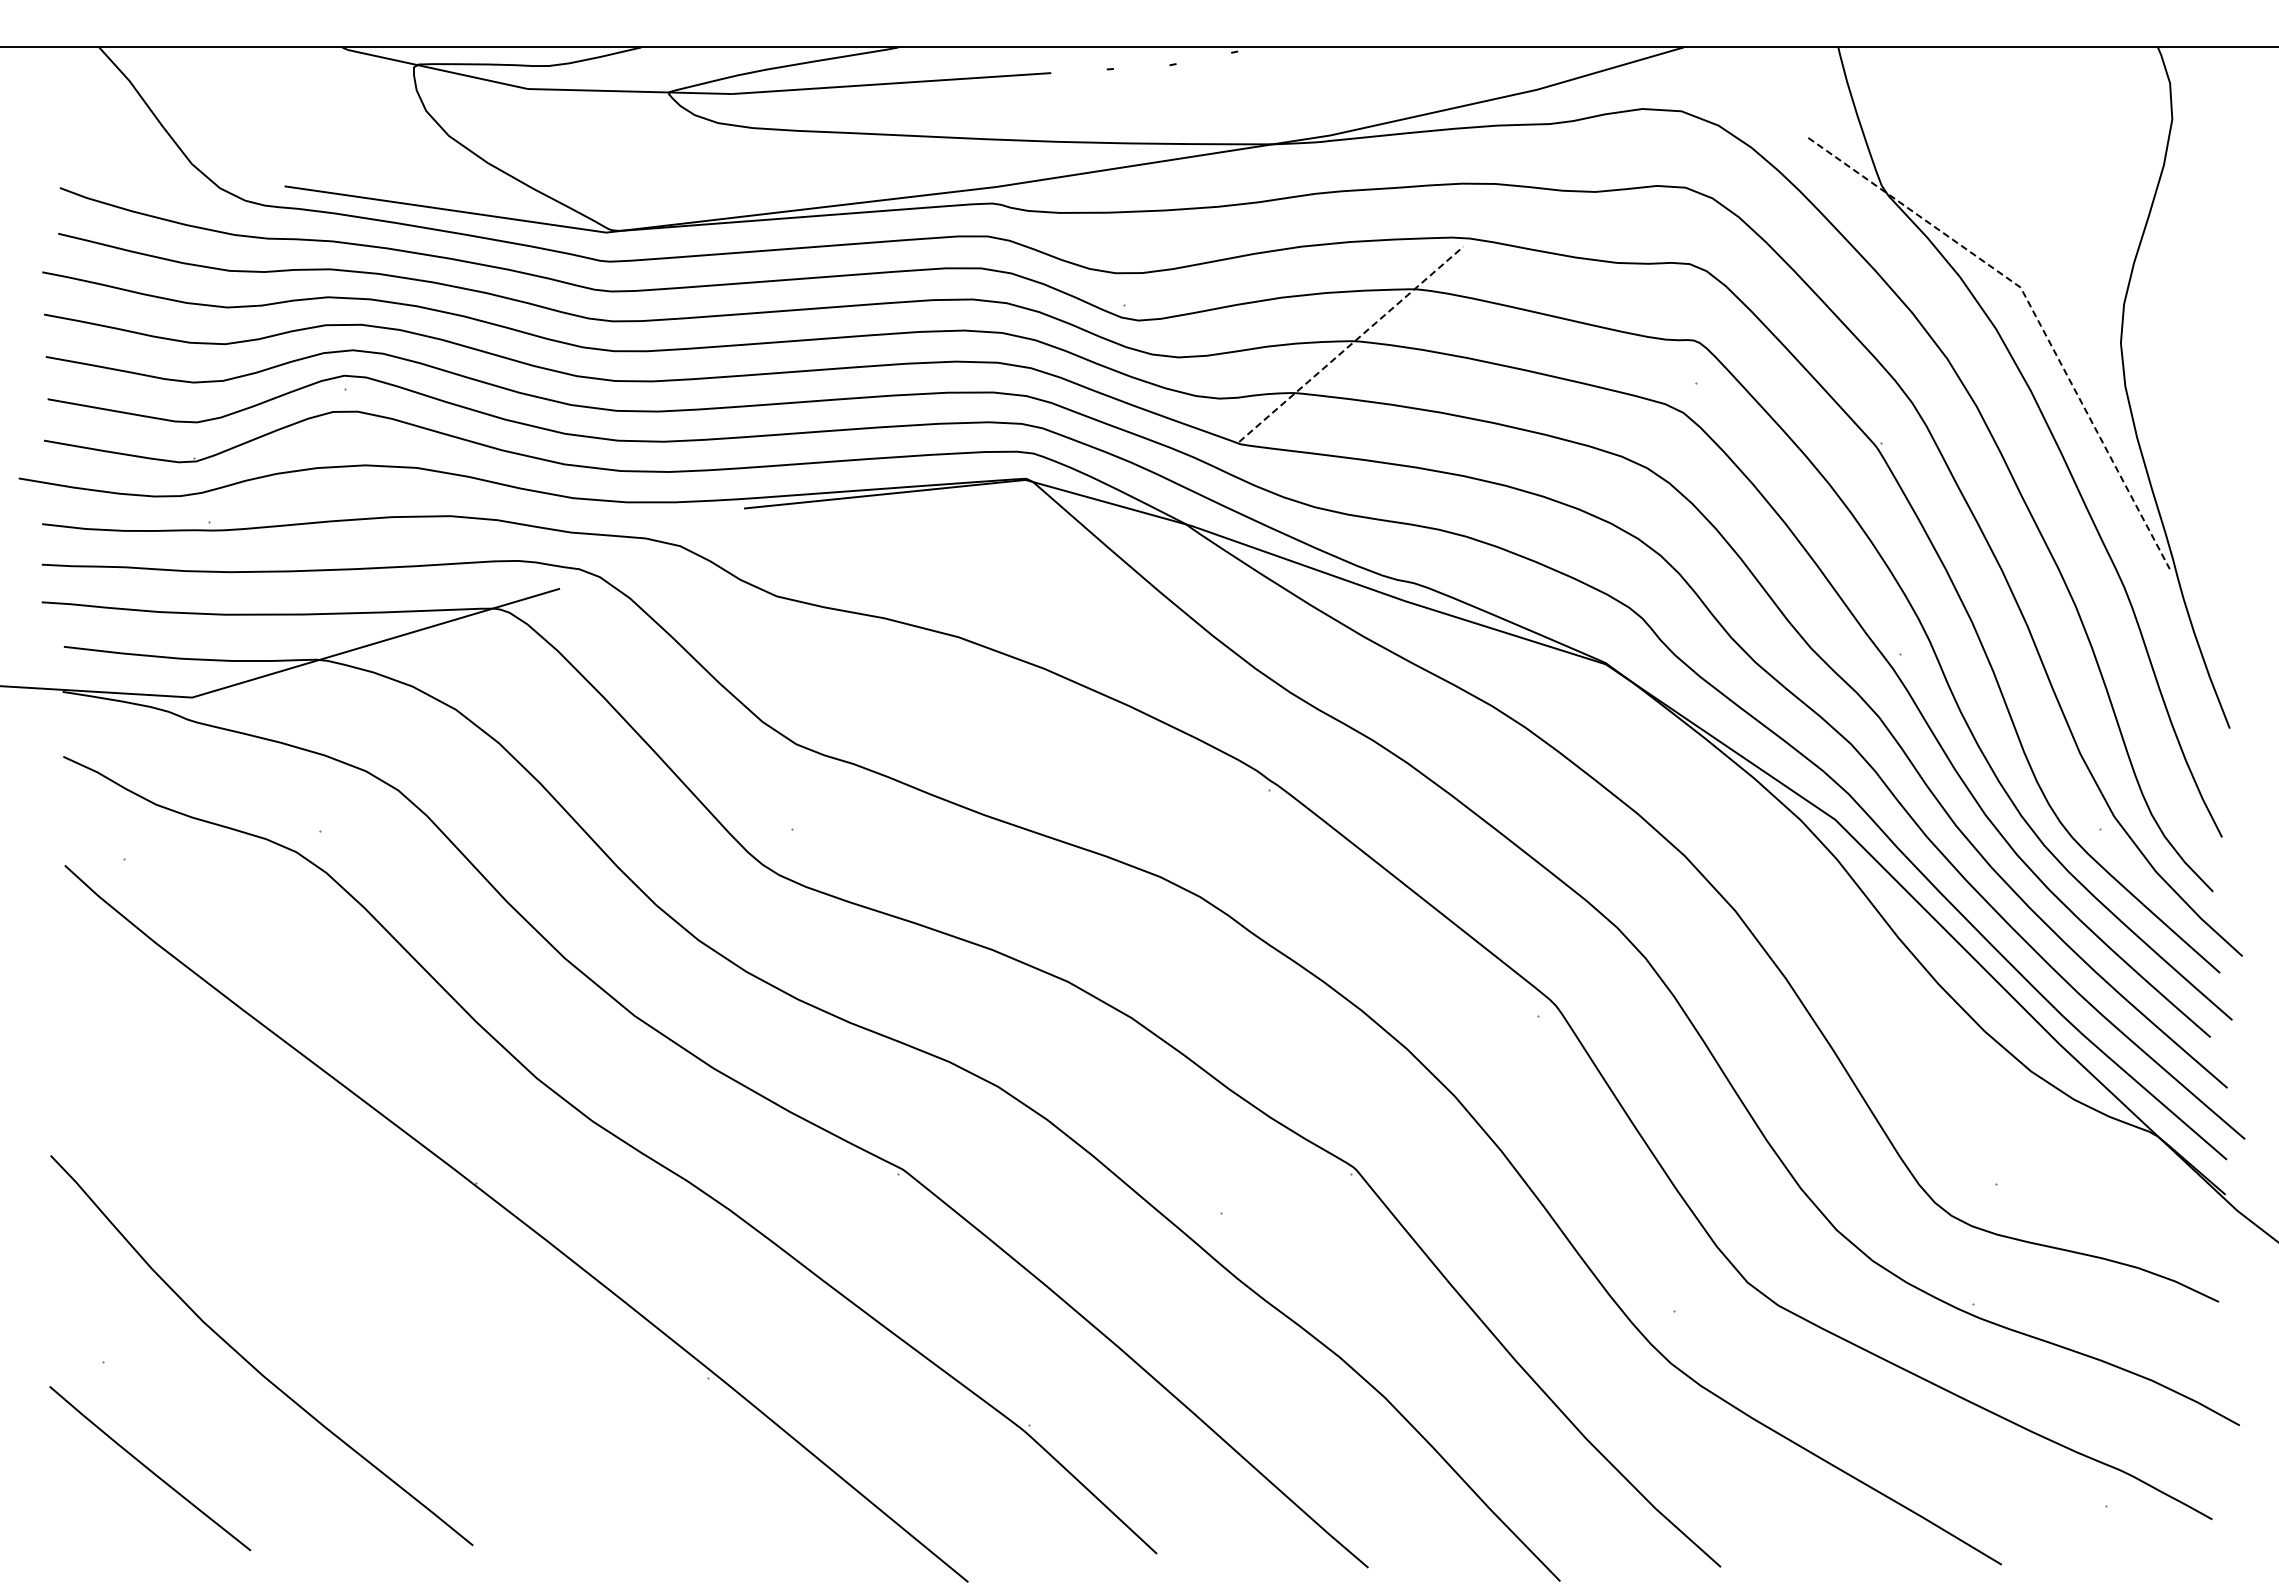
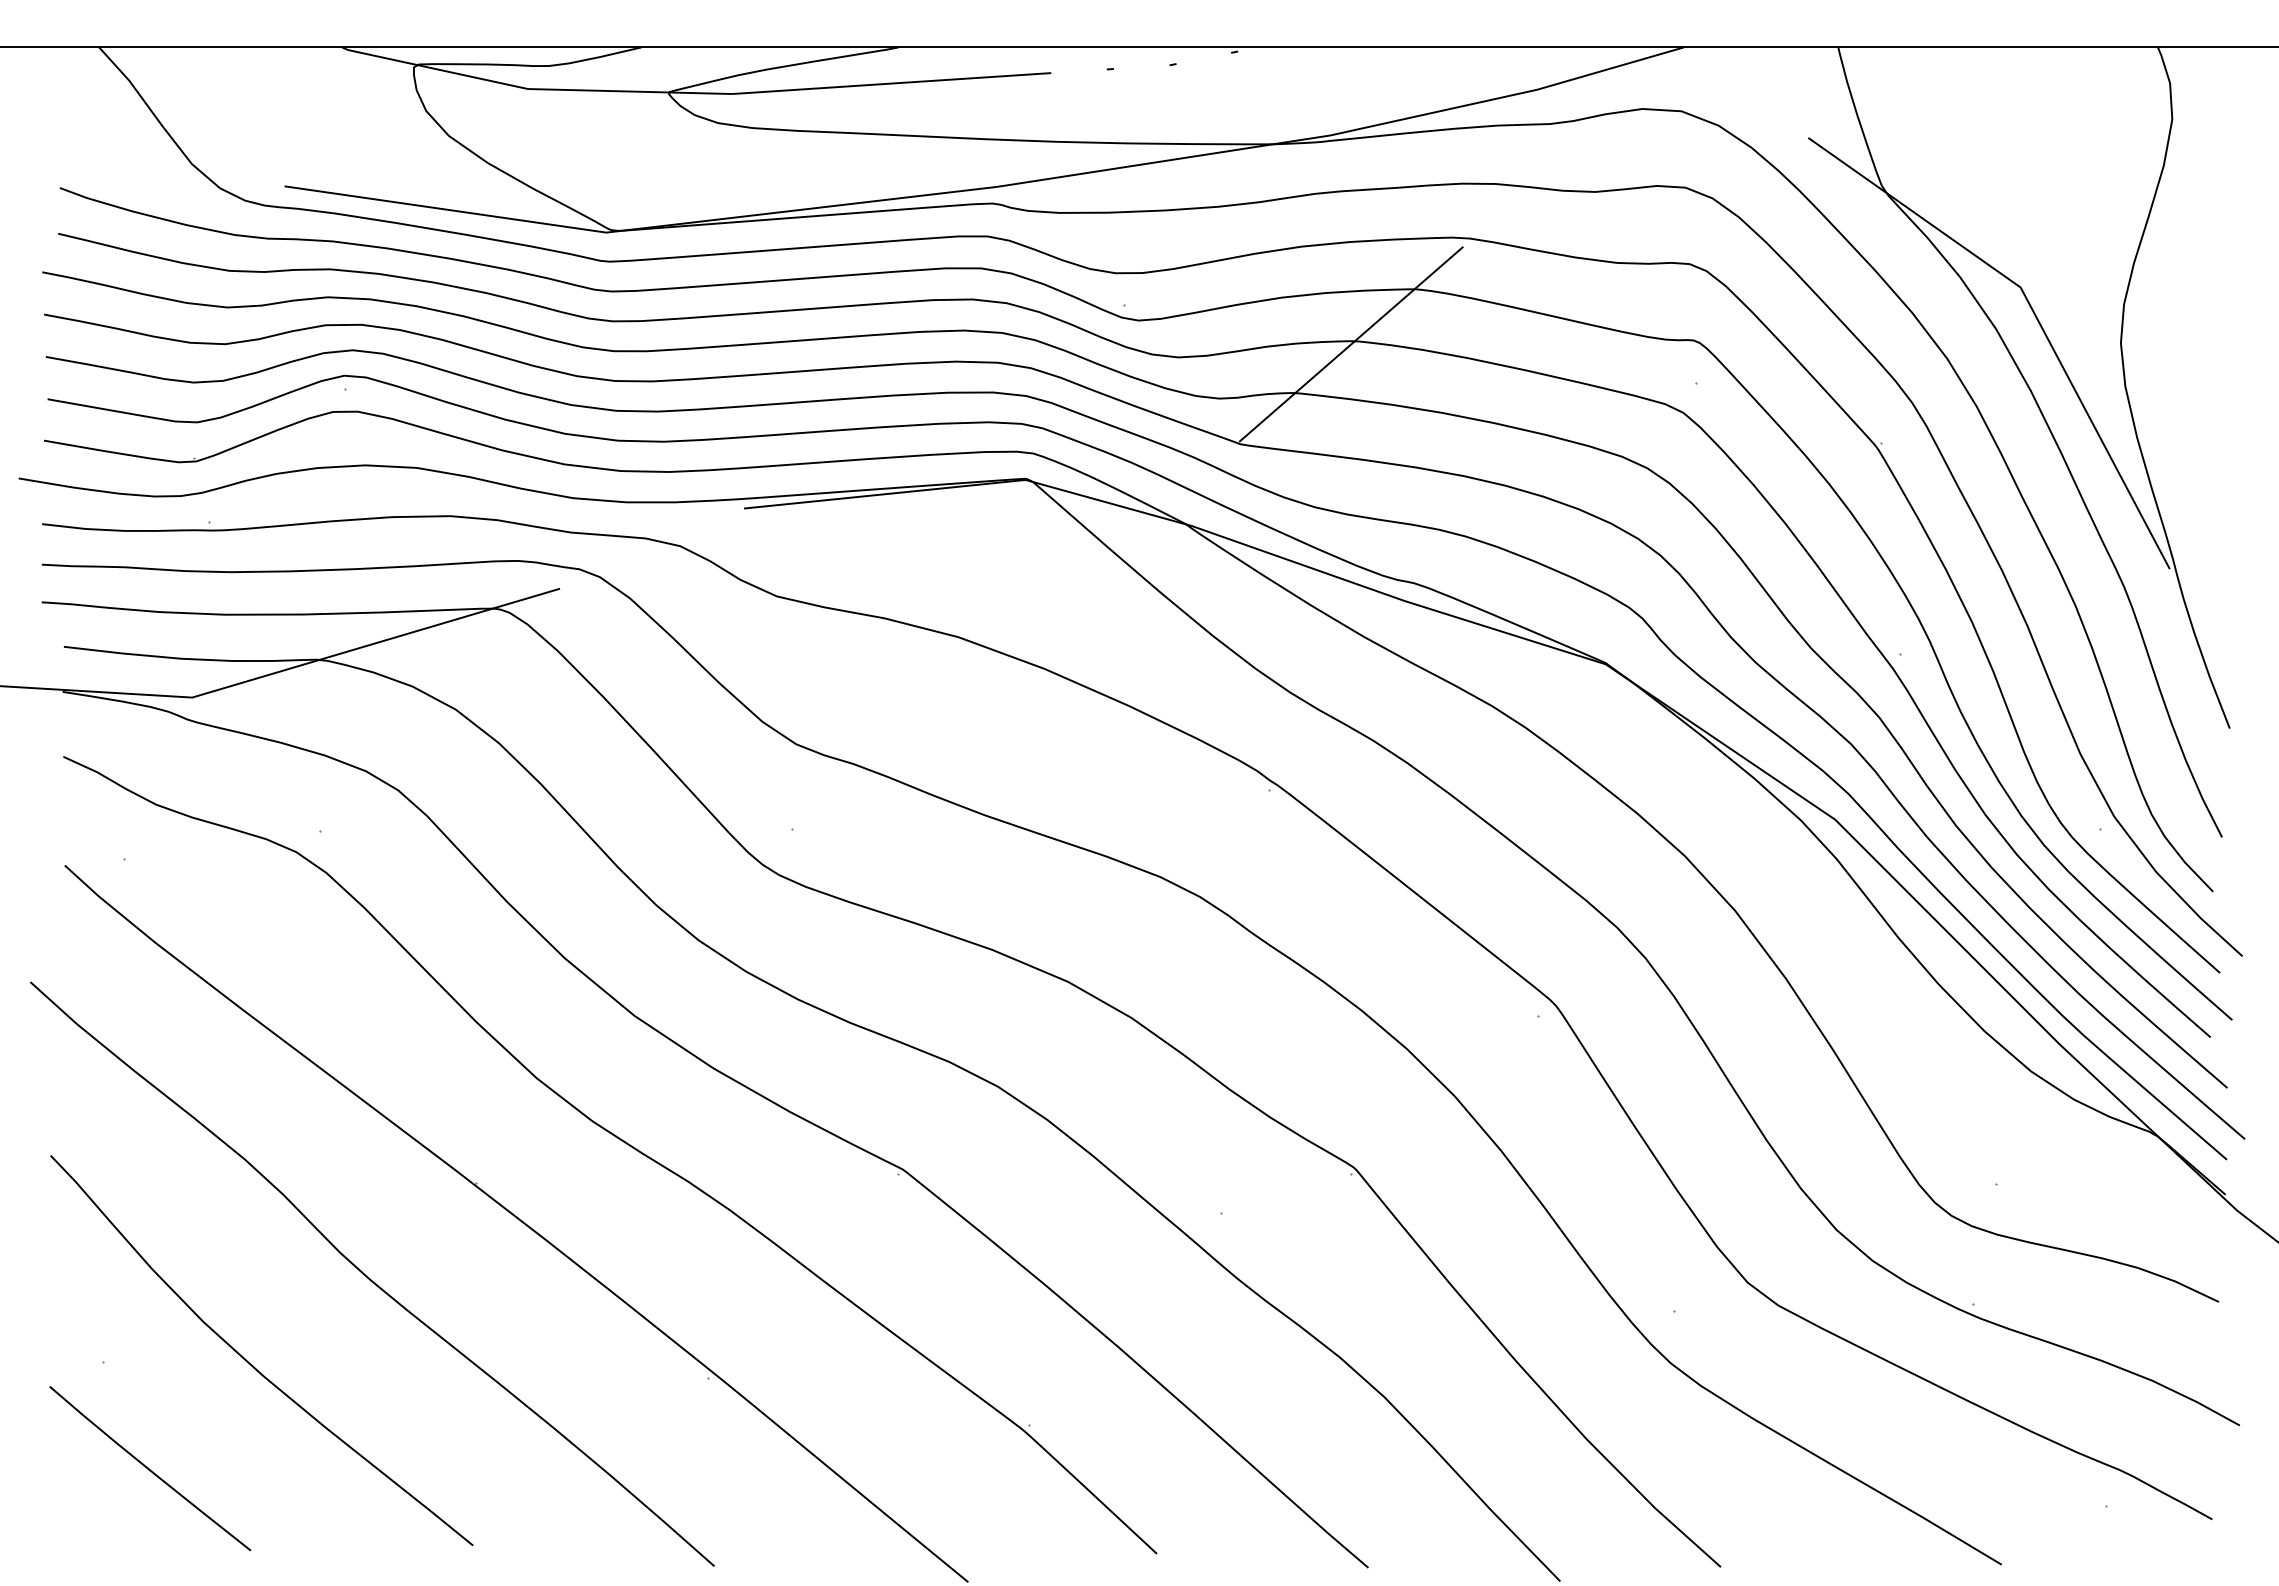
line at (2034, 313): dashed -> solid
line at (1351, 344): dashed -> solid
curve at (368, 1276): none -> present
